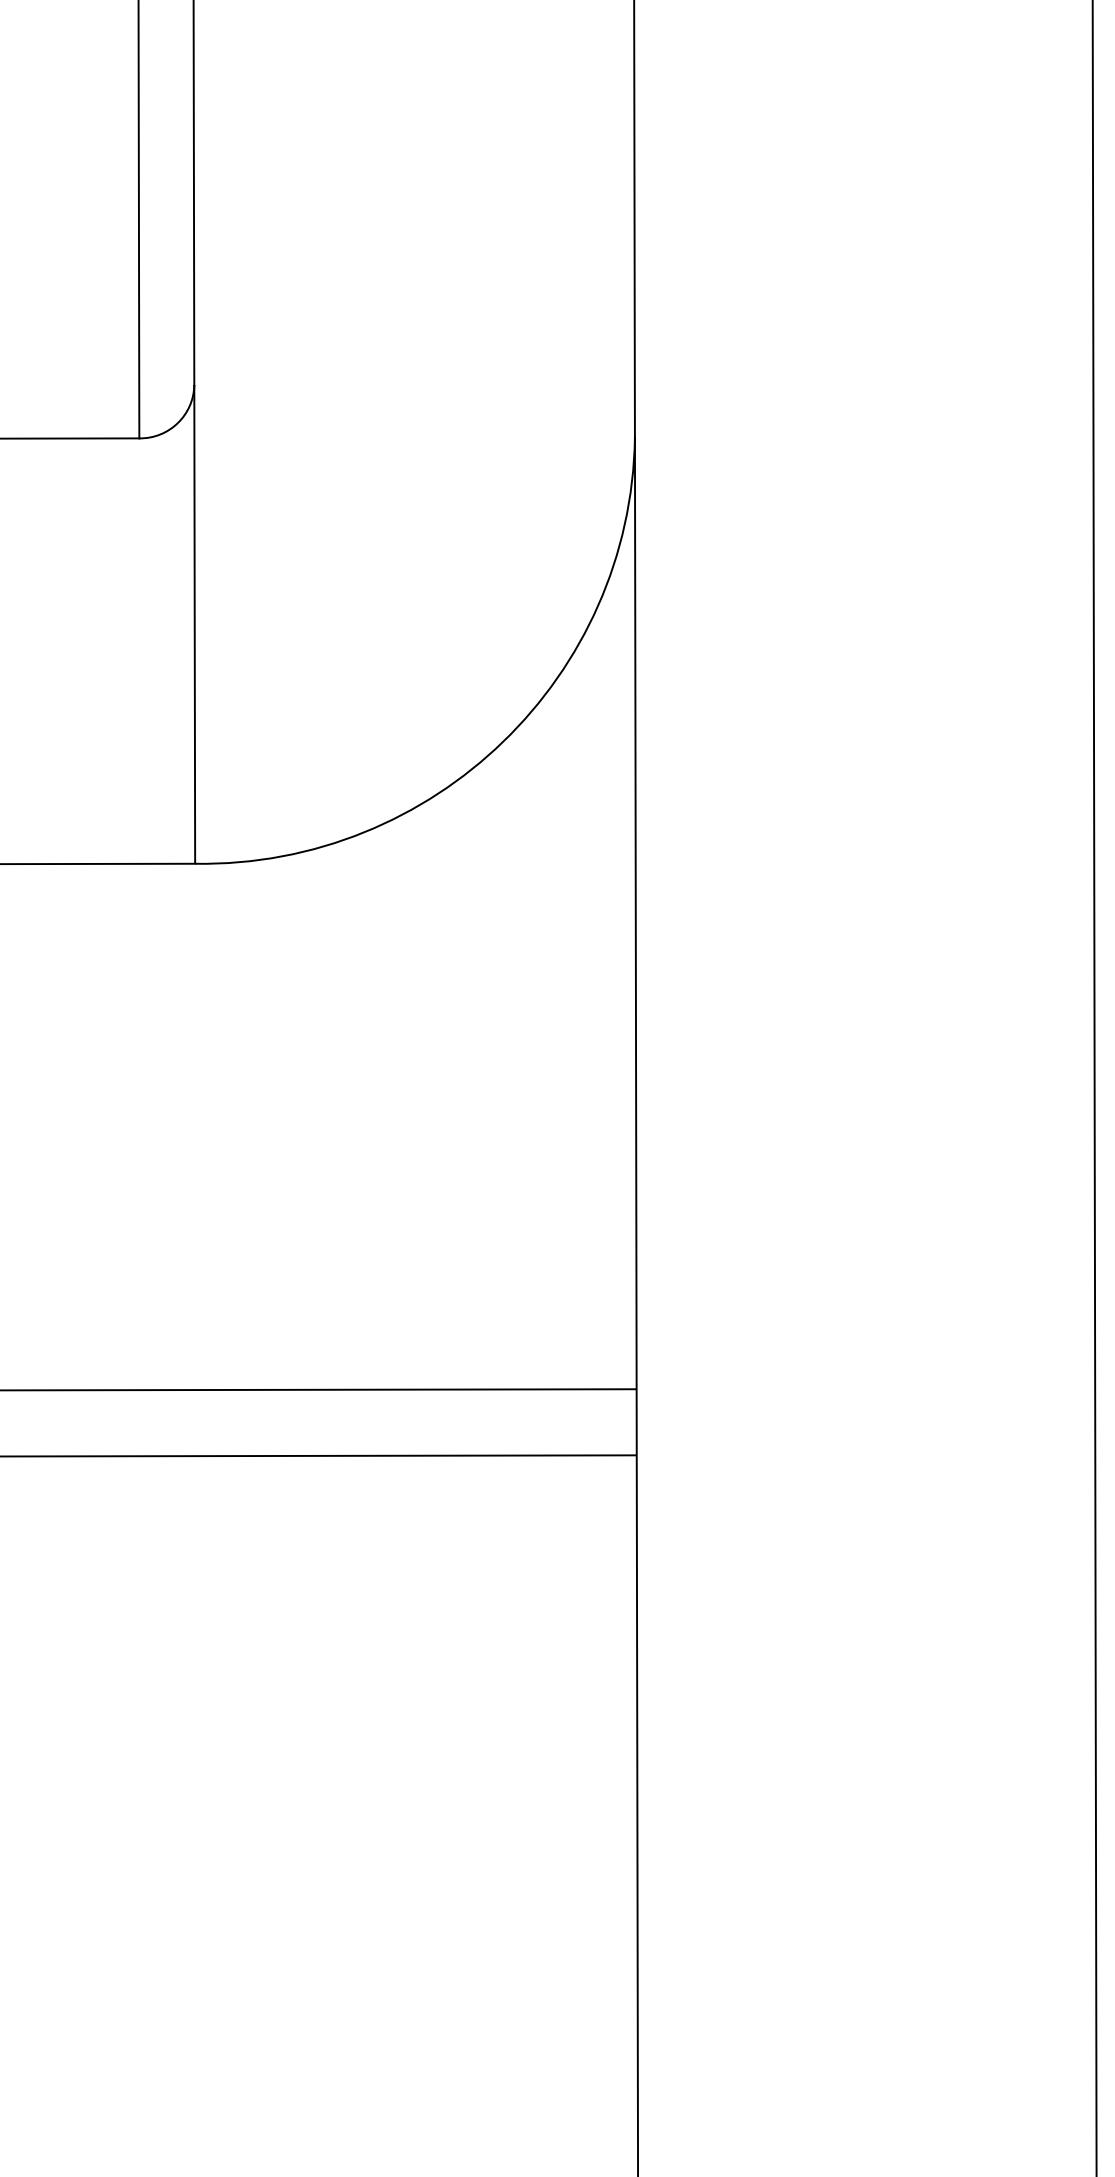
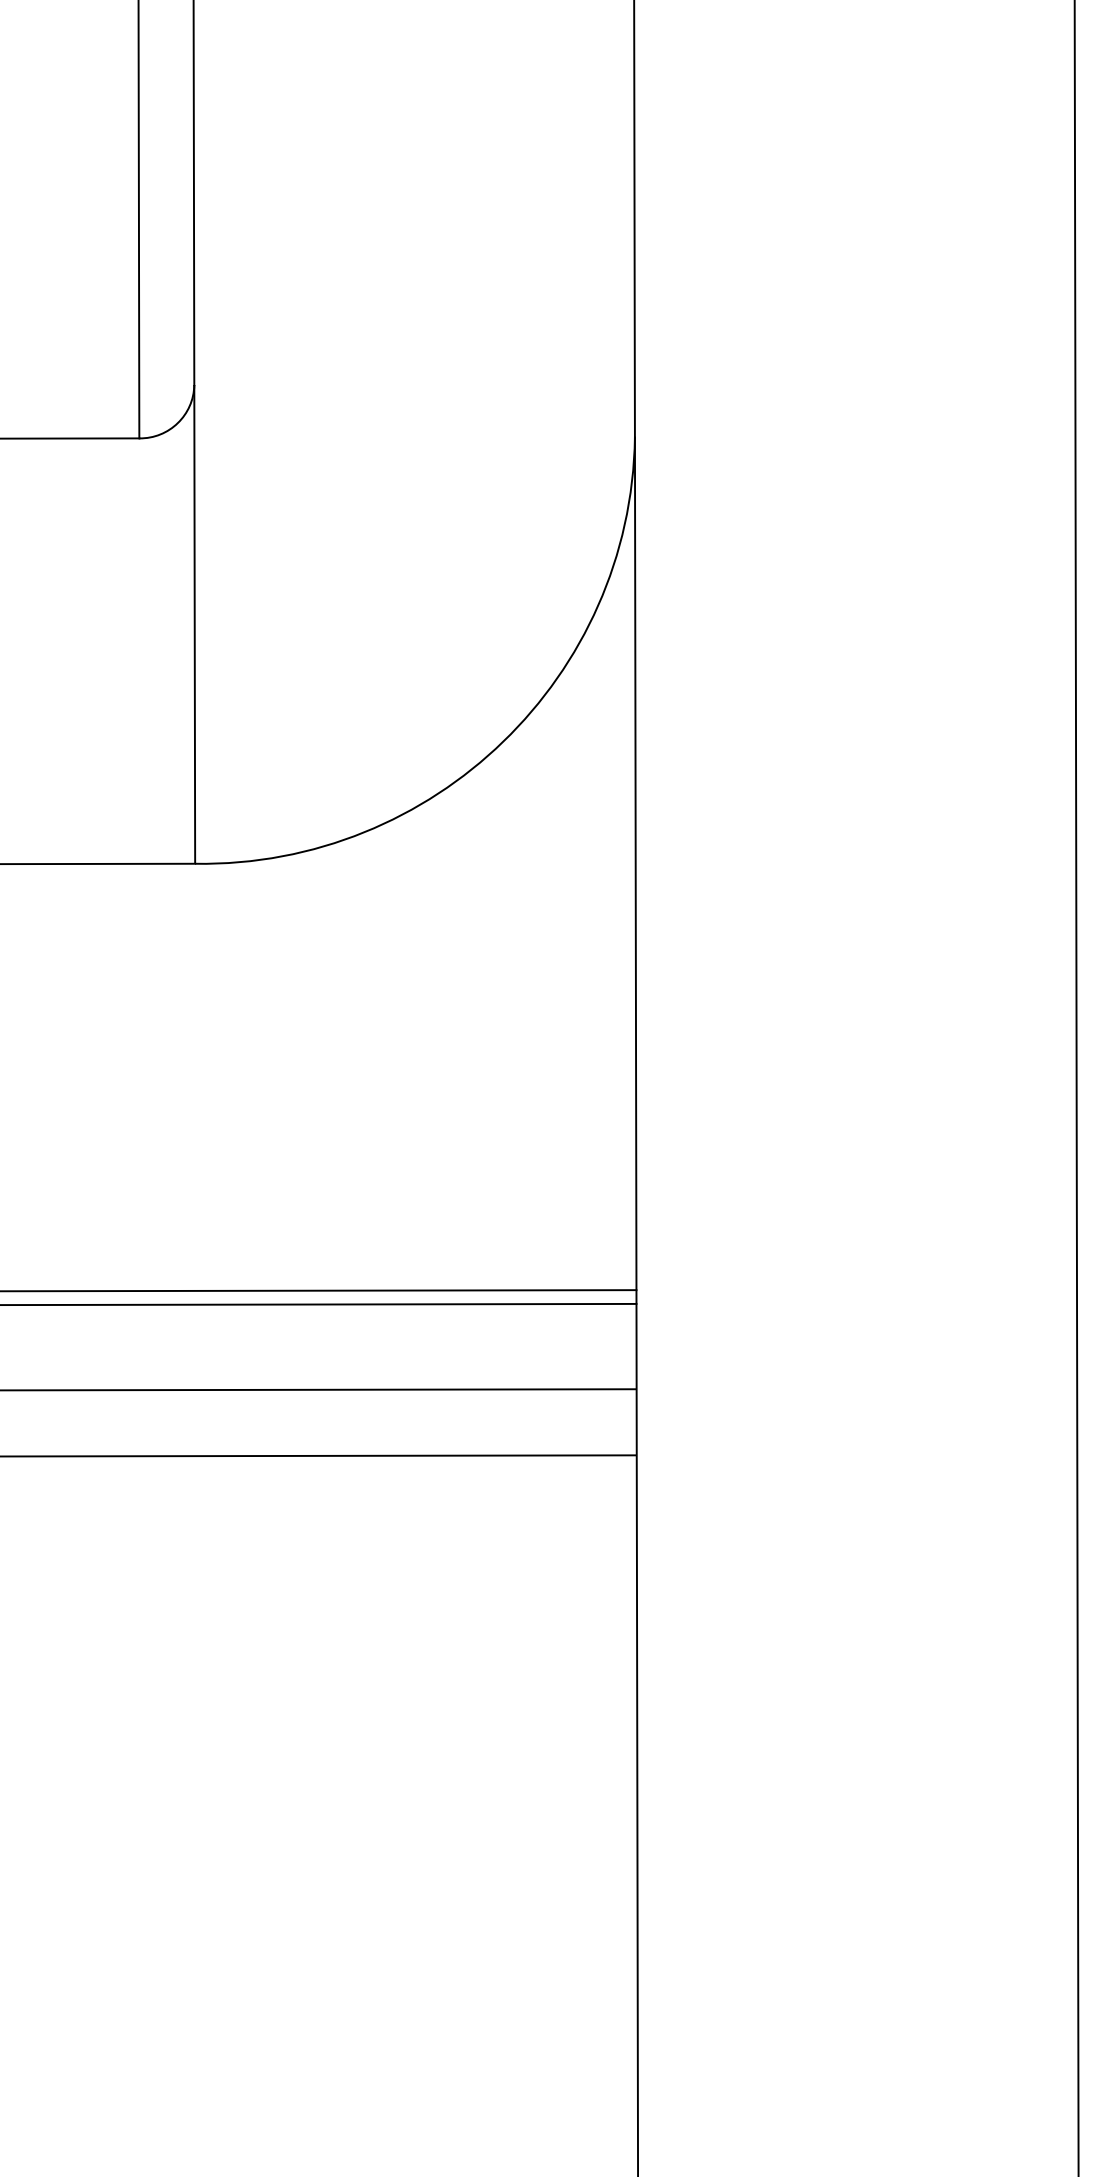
line at (1094, 1087) position: (1094, 1087) -> (1076, 1087)
line at (319, 1290): none -> present
line at (319, 1304): none -> present
